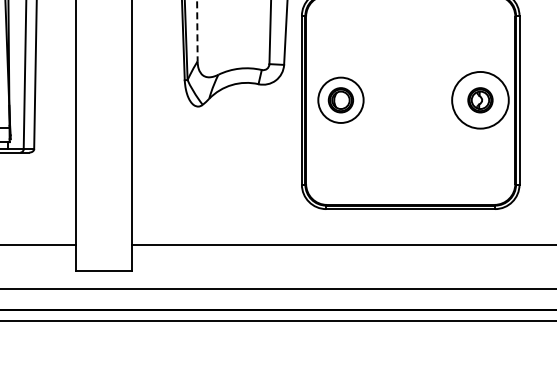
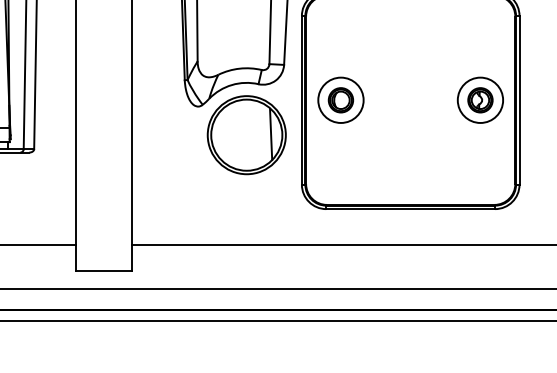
line at (197, 31): dashed -> solid
circle at (480, 99) diameter: 57 px -> 45 px
part at (246, 135): none -> present
